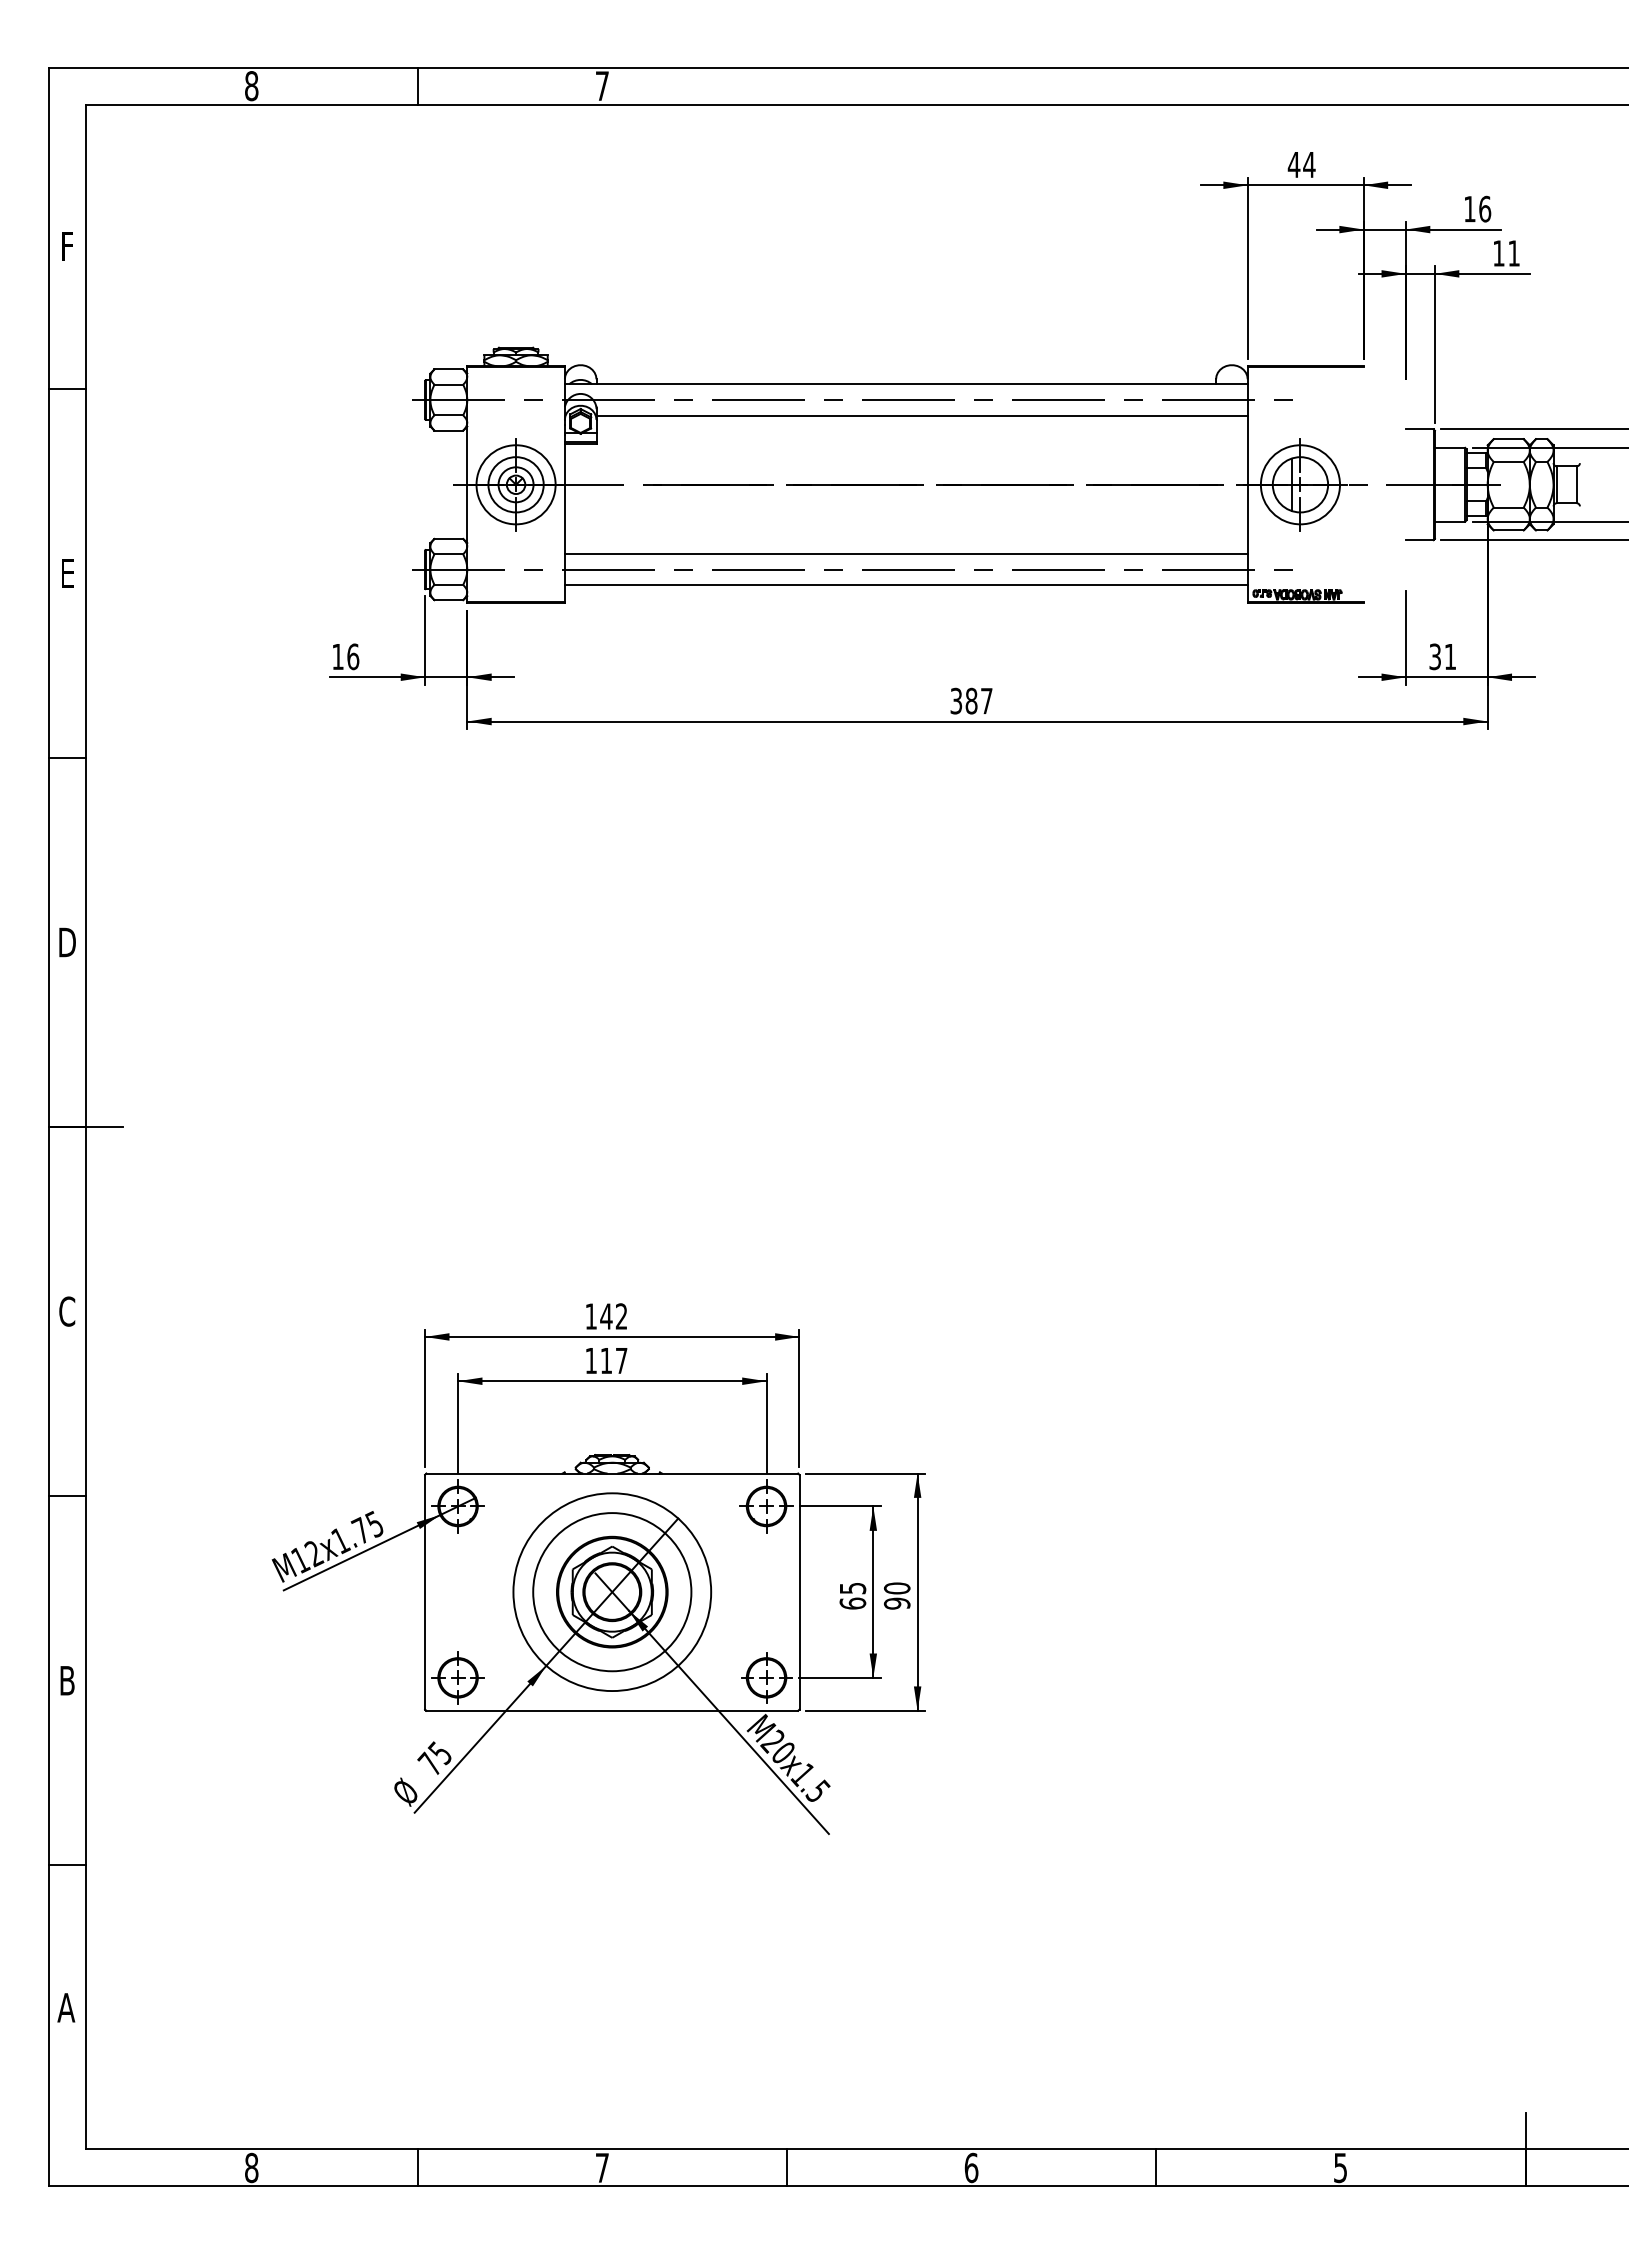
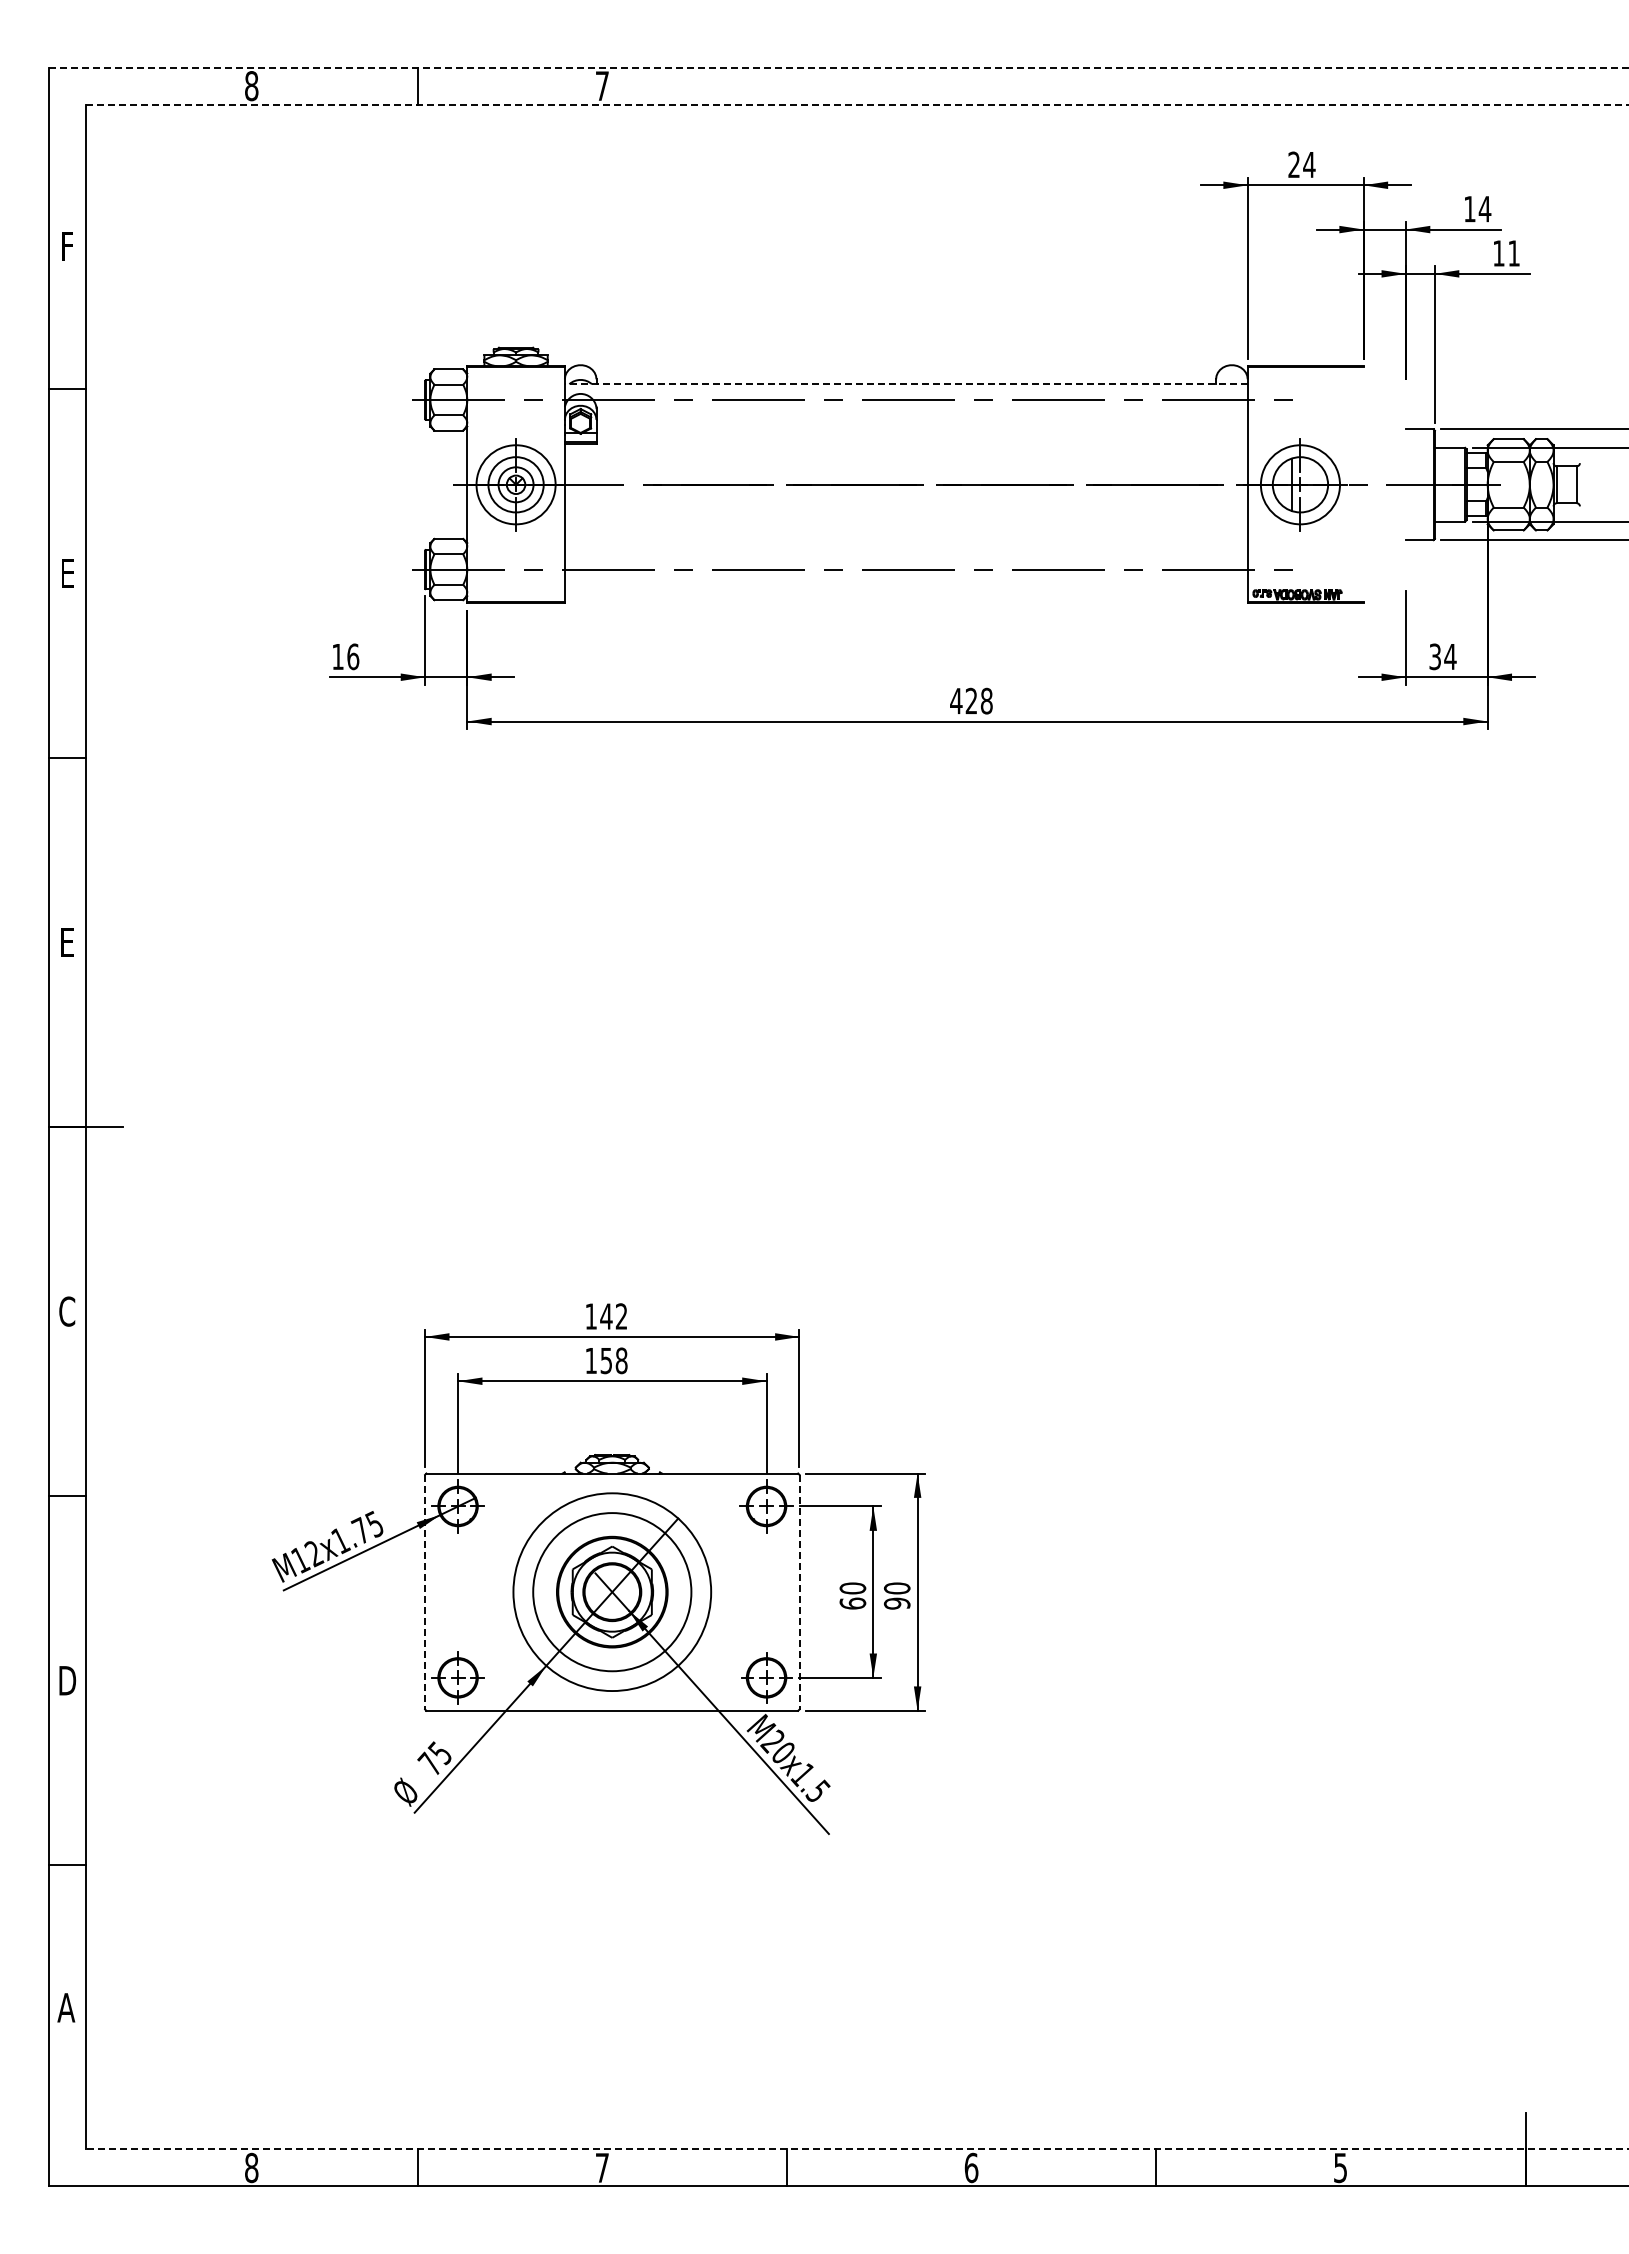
line at (839, 67): solid -> dashed
line at (857, 104): solid -> dashed
text at (1293, 164): 44 -> 24
text at (1484, 208): 16 -> 14
line at (905, 384): solid -> dashed
line at (921, 415): present -> none
line at (905, 553): present -> none
line at (905, 585): present -> none
text at (1450, 656): 31 -> 34
text at (971, 700): 387 -> 428
text at (67, 942): D -> E
text at (613, 1360): 117 -> 158
text at (852, 1588): 65 -> 60
line at (425, 1592): solid -> dashed
line at (799, 1592): solid -> dashed
text at (67, 1680): B -> D
line at (856, 2149): solid -> dashed
